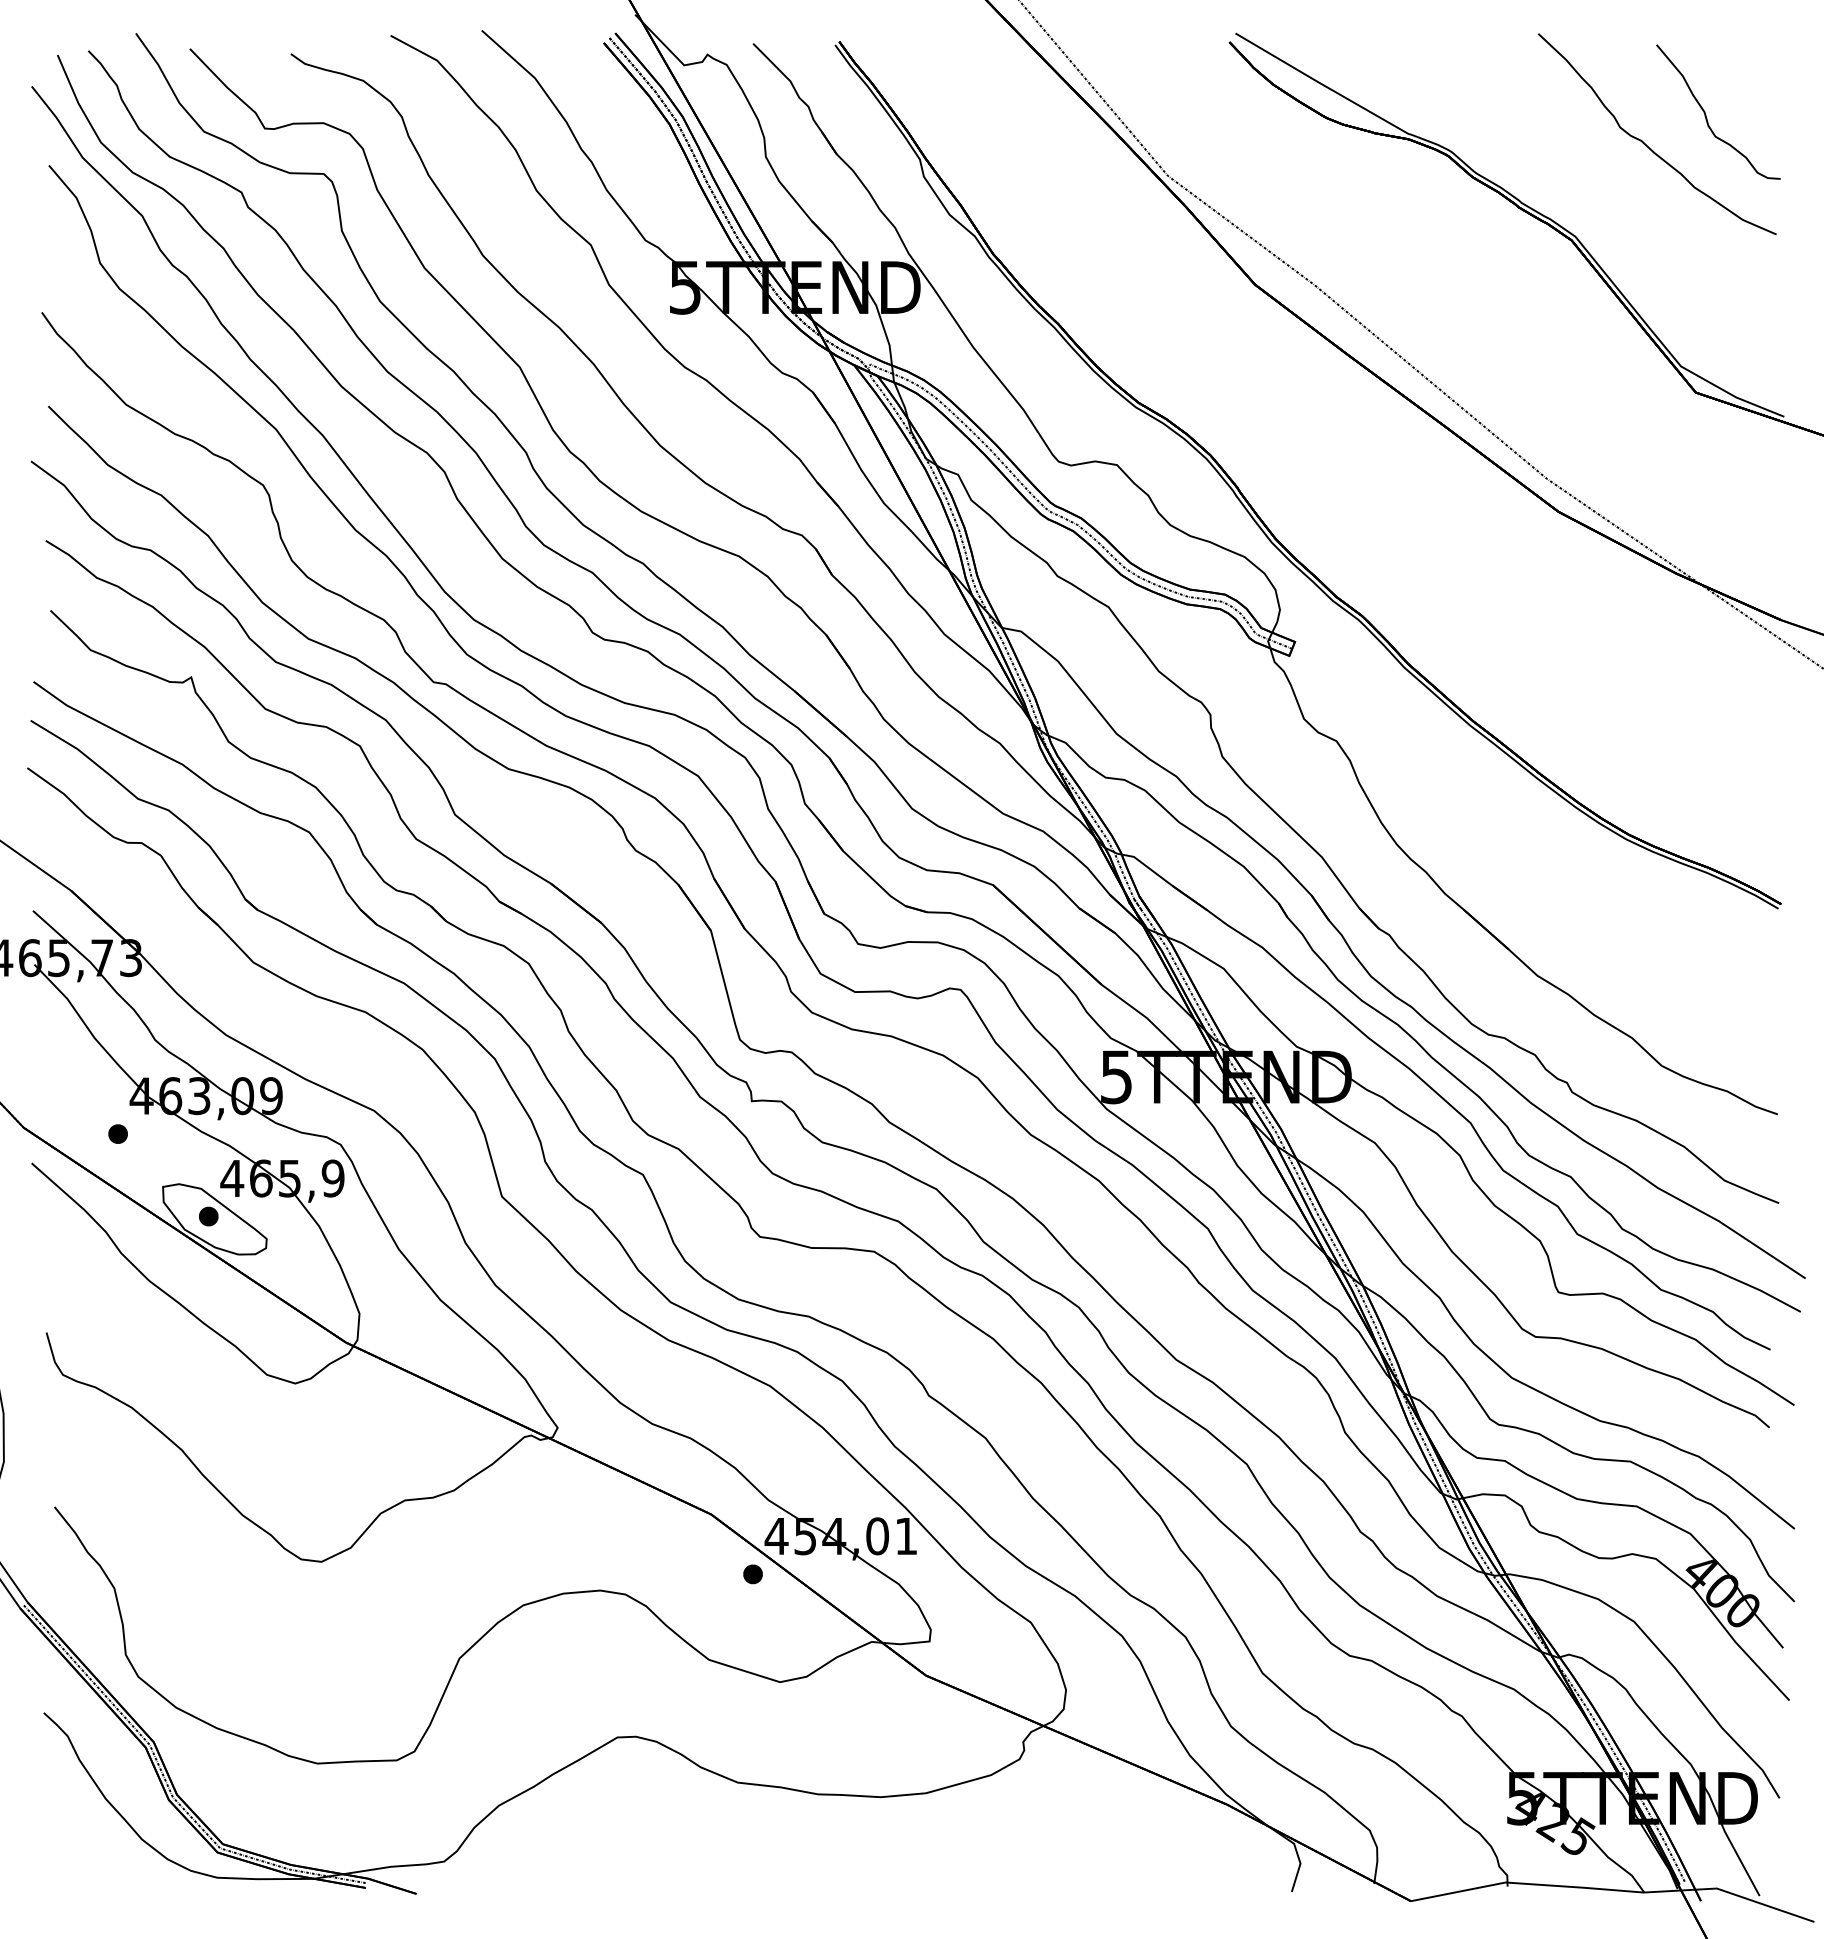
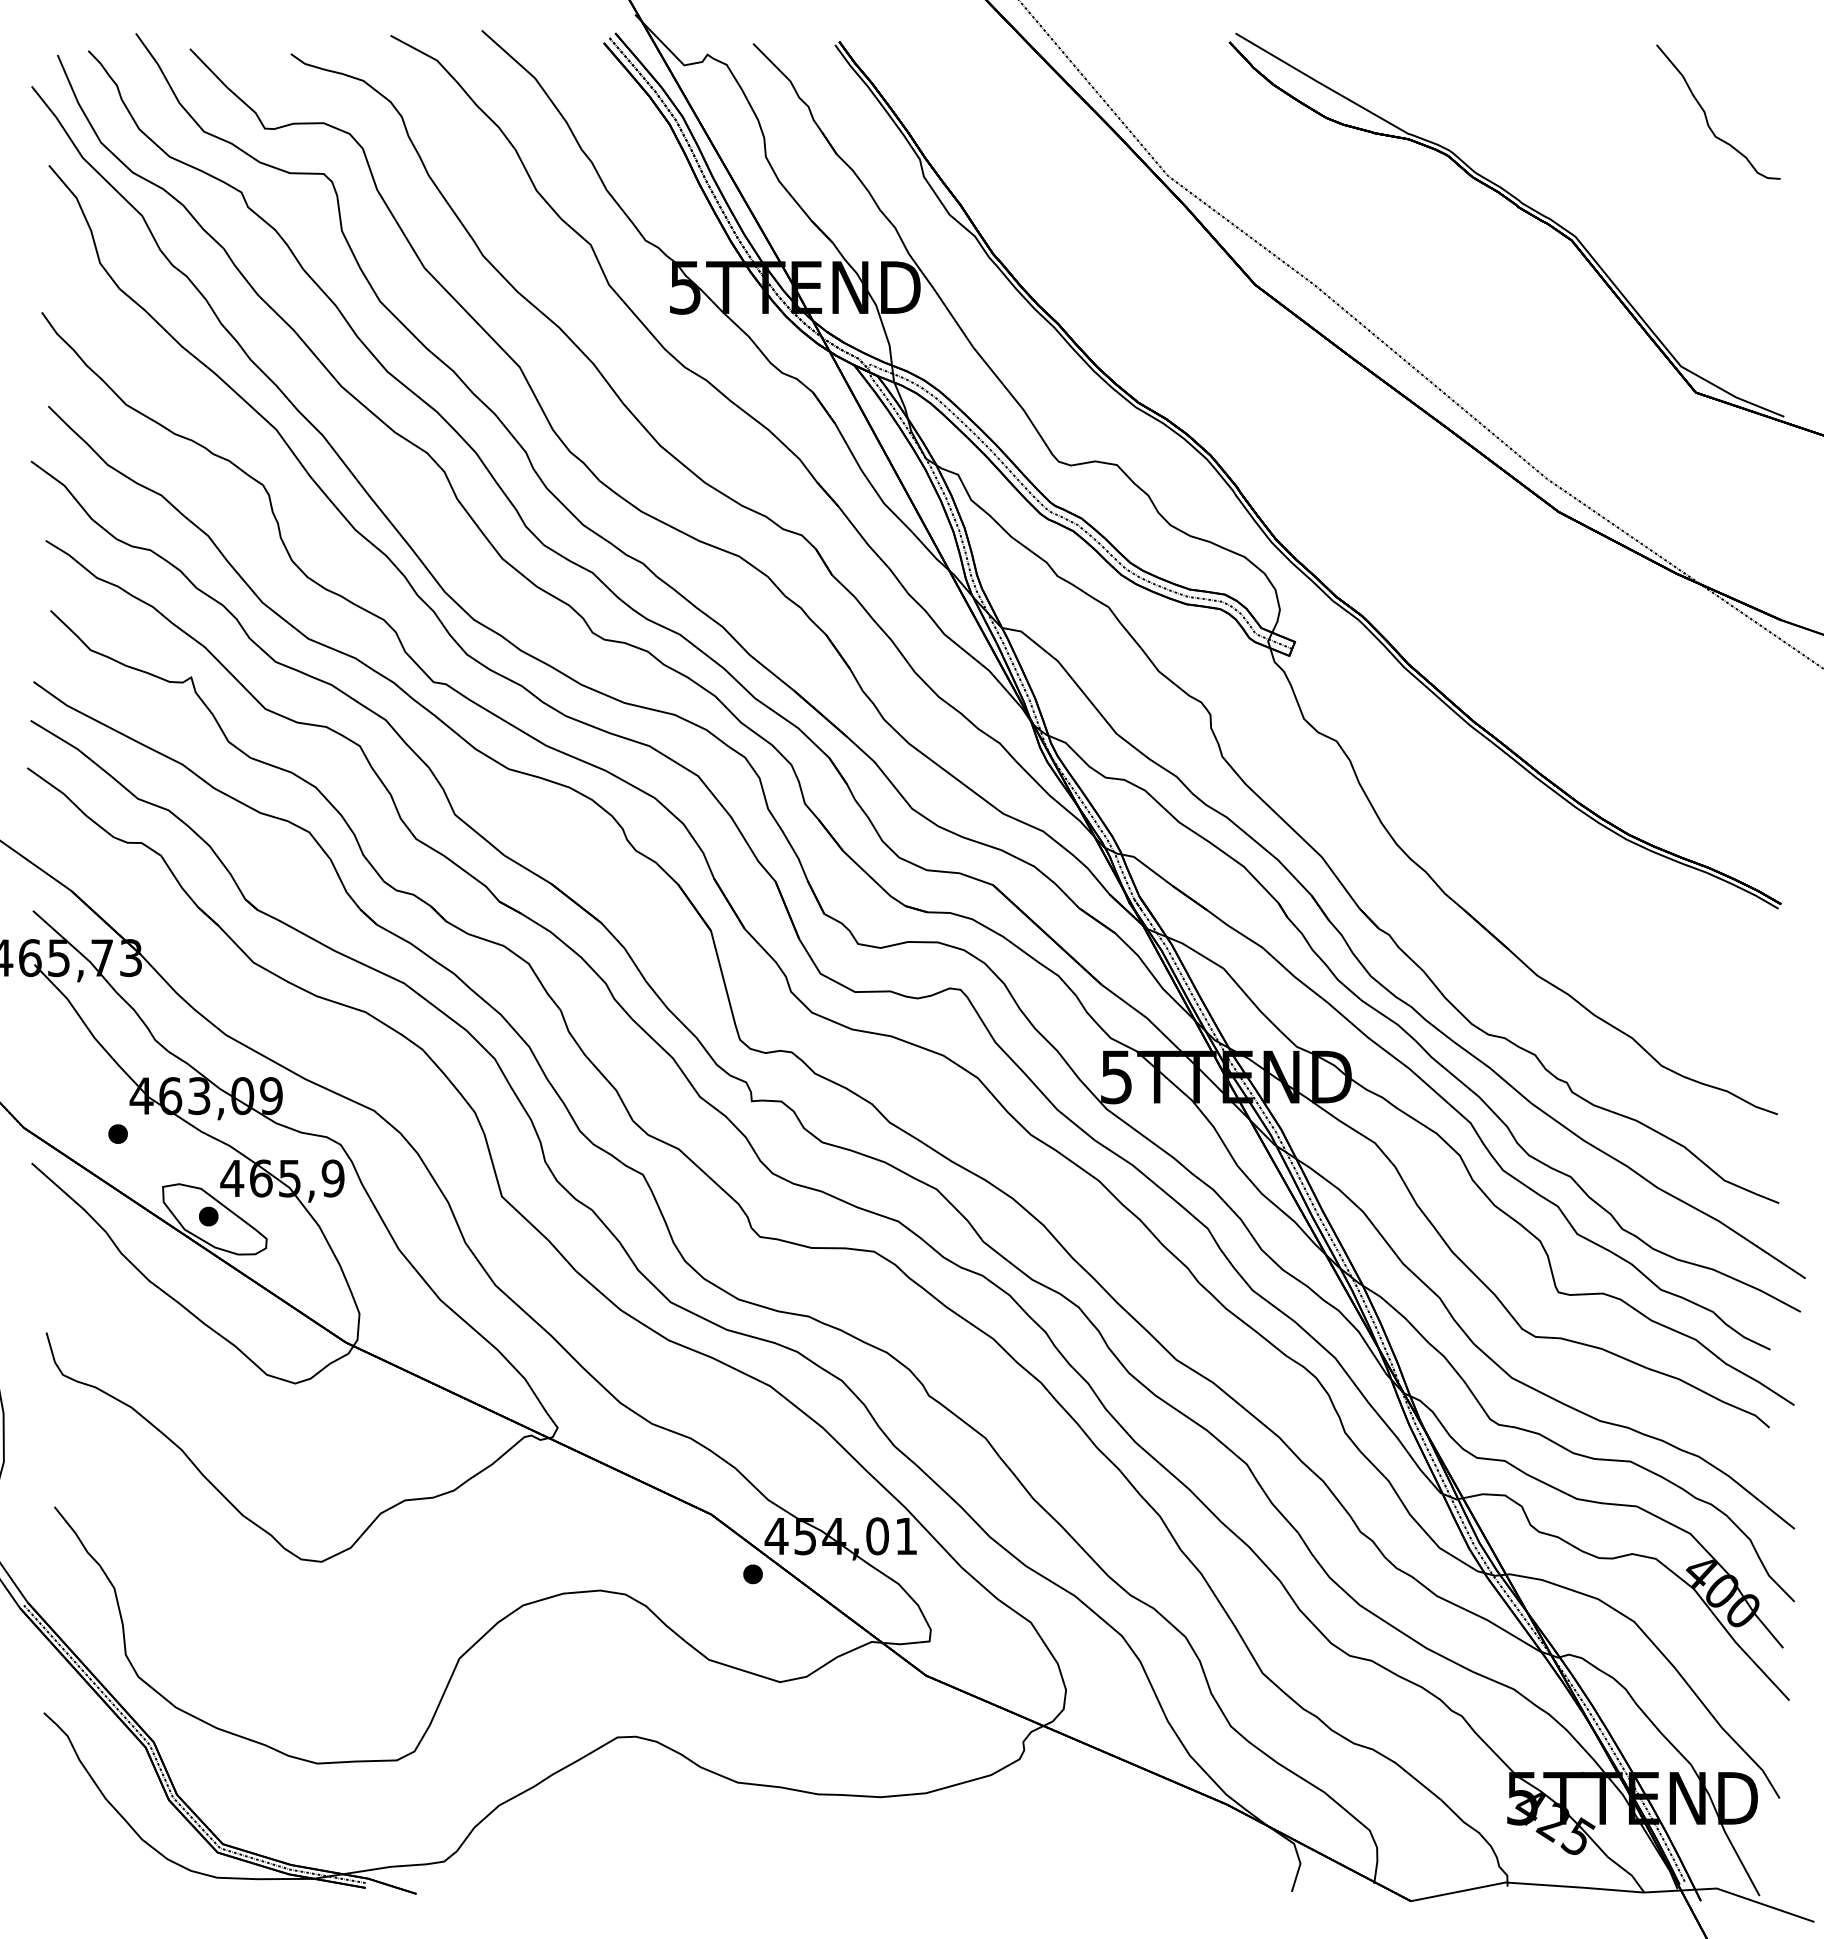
curve at (1646, 144): present -> none
